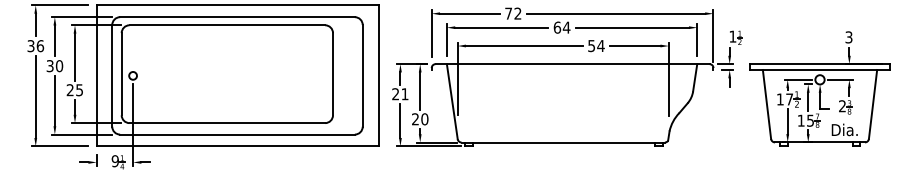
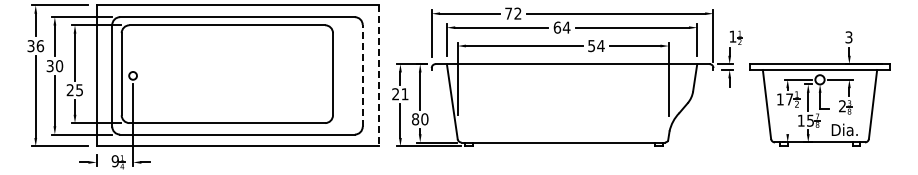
line at (362, 75): solid -> dashed
line at (378, 76): solid -> dashed
text at (415, 119): 20 -> 80
line at (787, 122): present -> none
